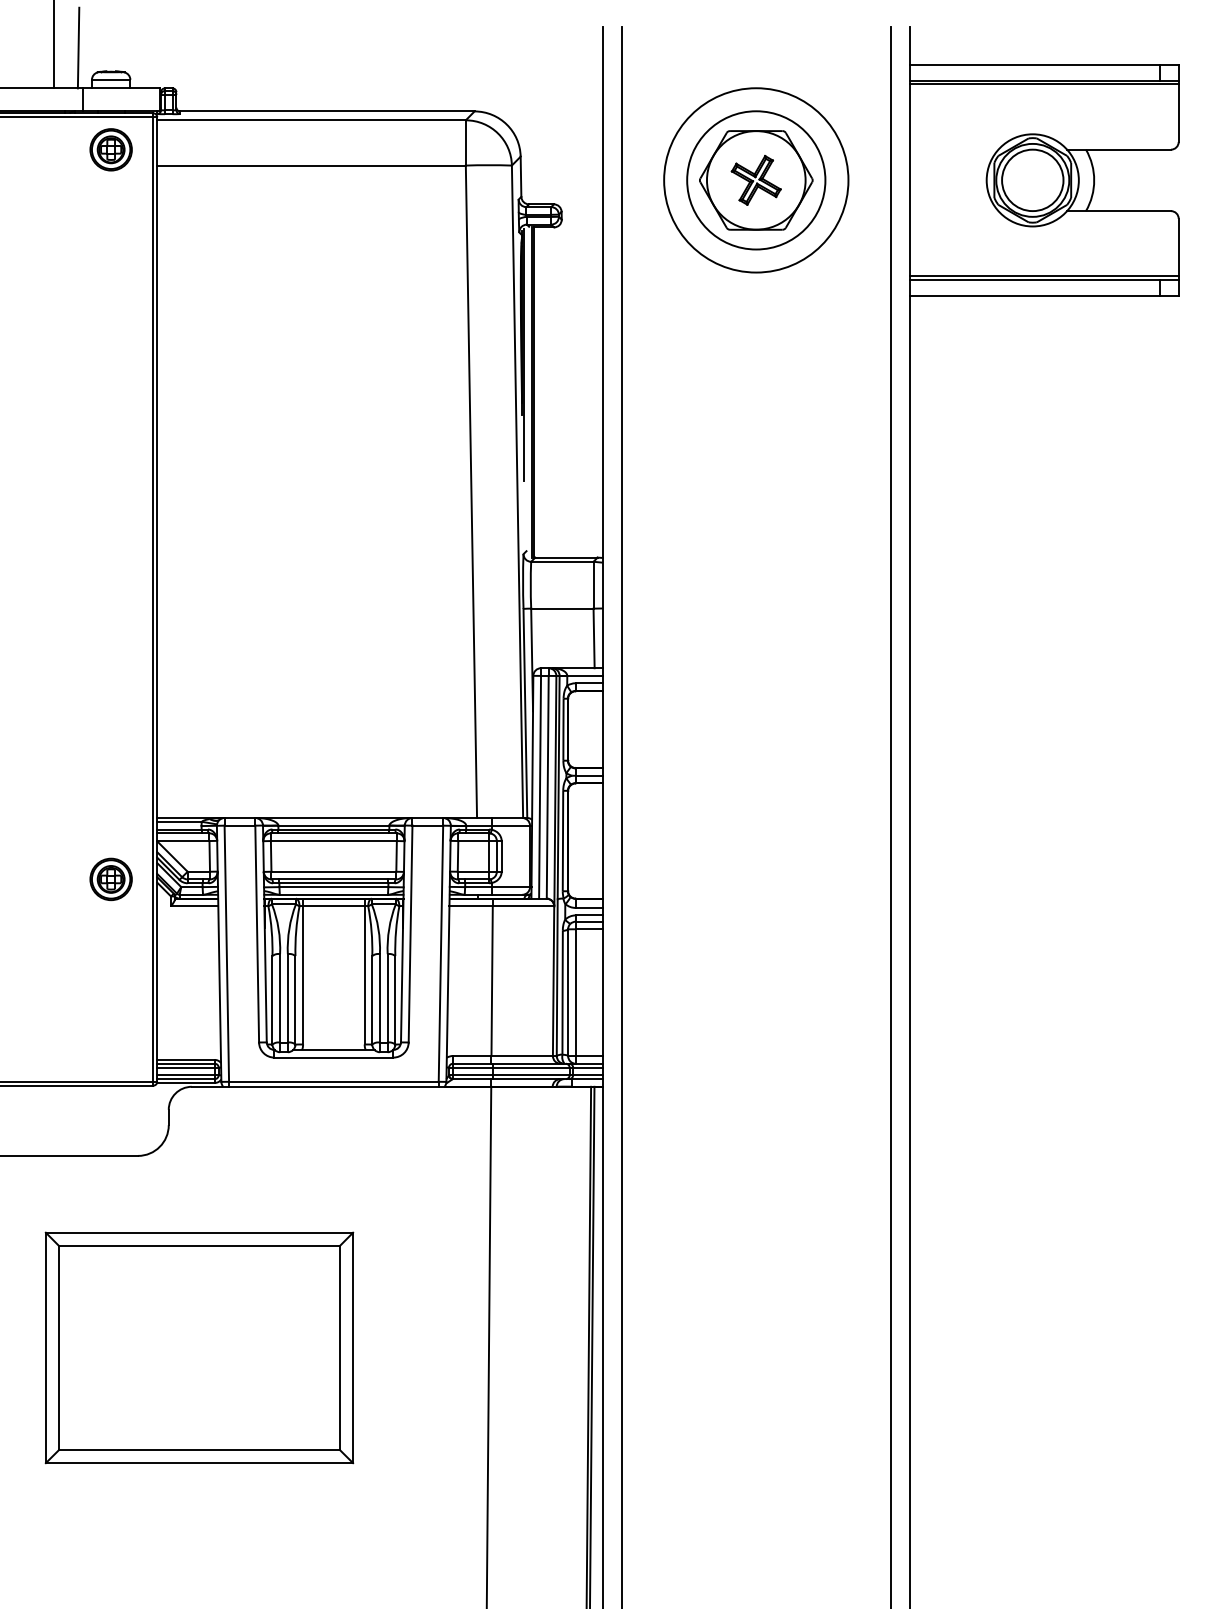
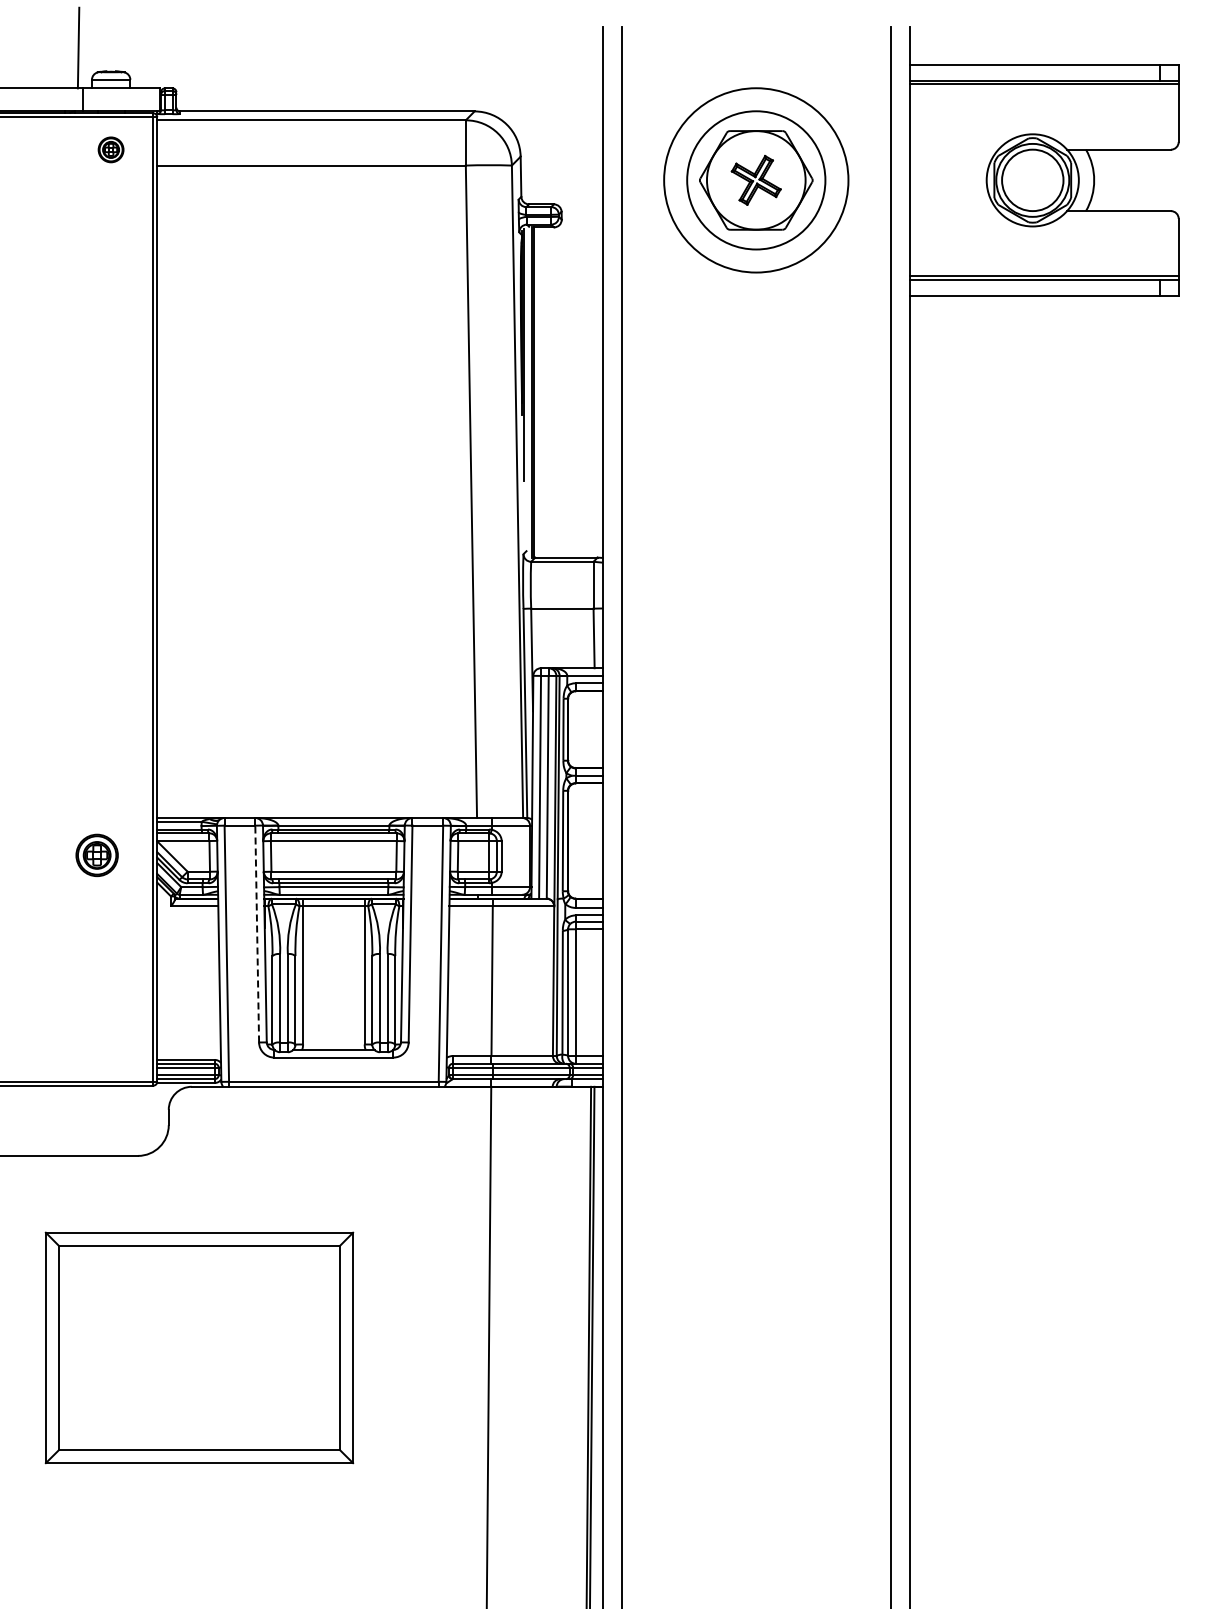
line at (53, 45): present -> none
part at (110, 149) size: 44x44 px -> 28x28 px
part at (110, 879) position: (110, 879) -> (96, 855)
line at (257, 933): solid -> dashed
